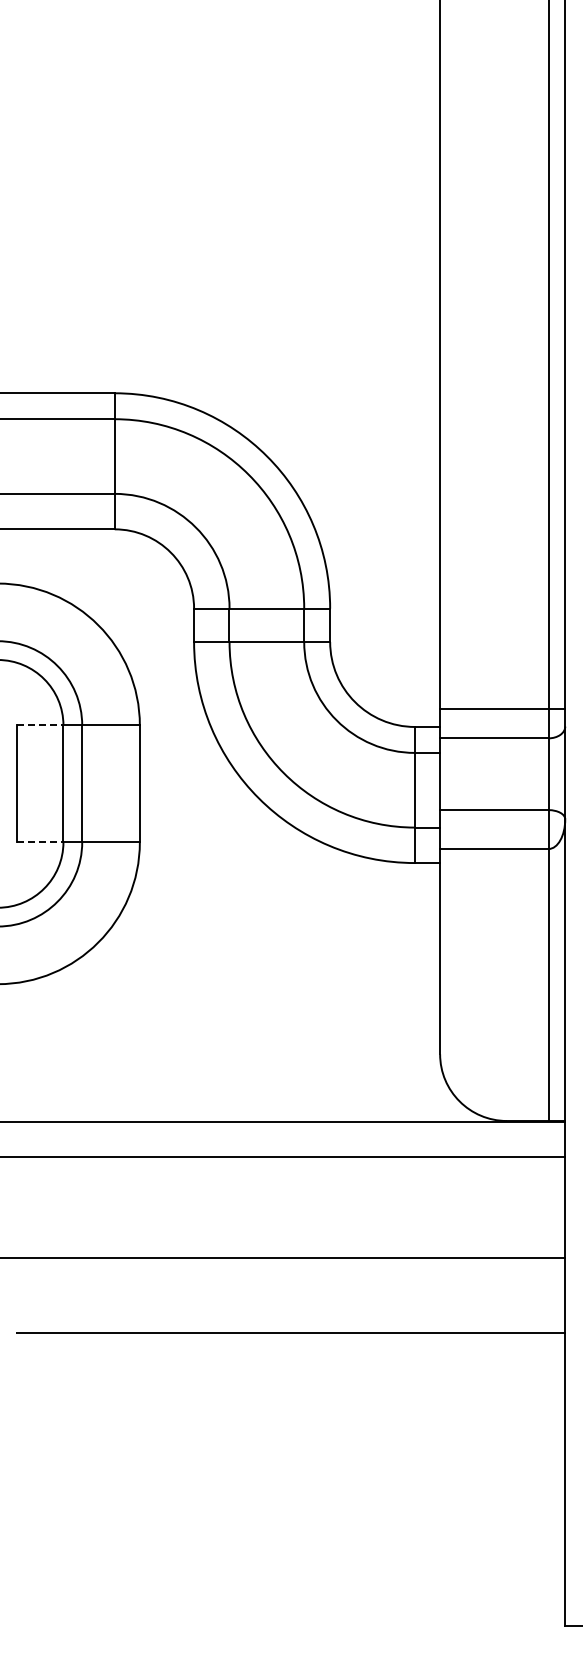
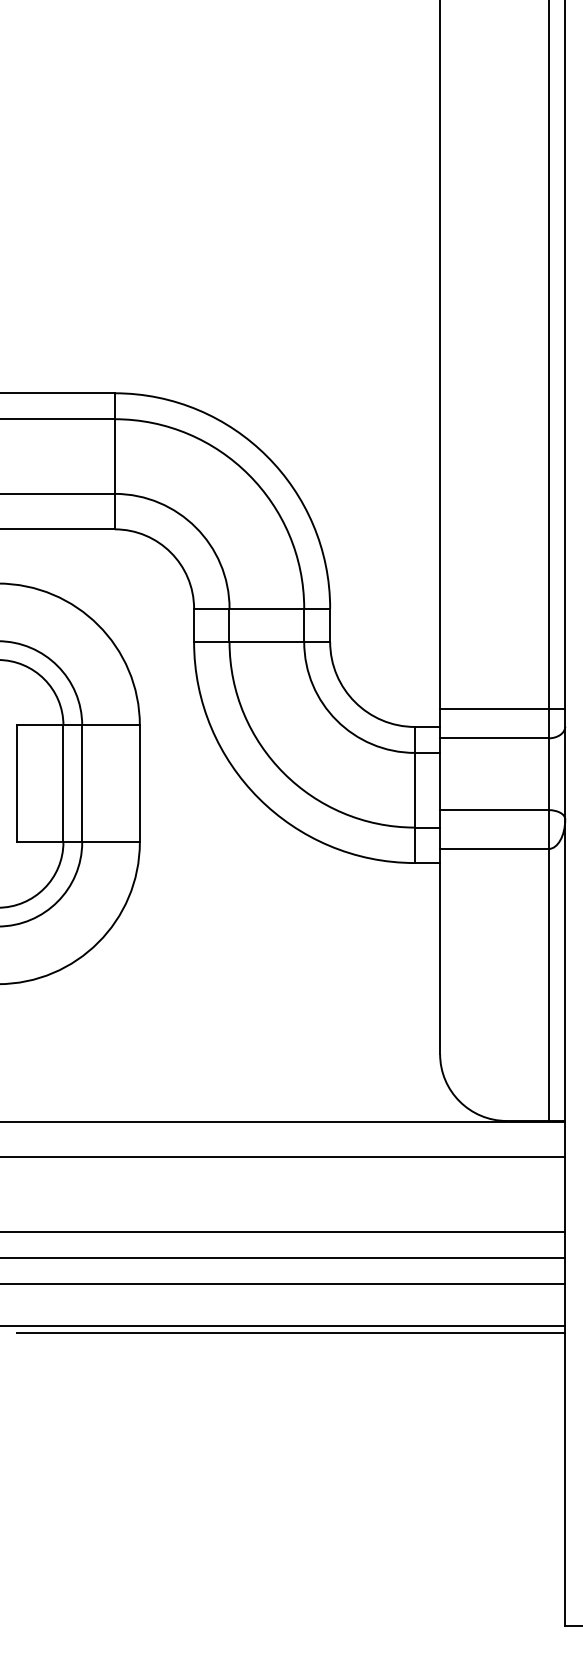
line at (40, 725): dashed -> solid
line at (40, 842): dashed -> solid
line at (283, 1231): none -> present
line at (283, 1284): none -> present
line at (283, 1326): none -> present
